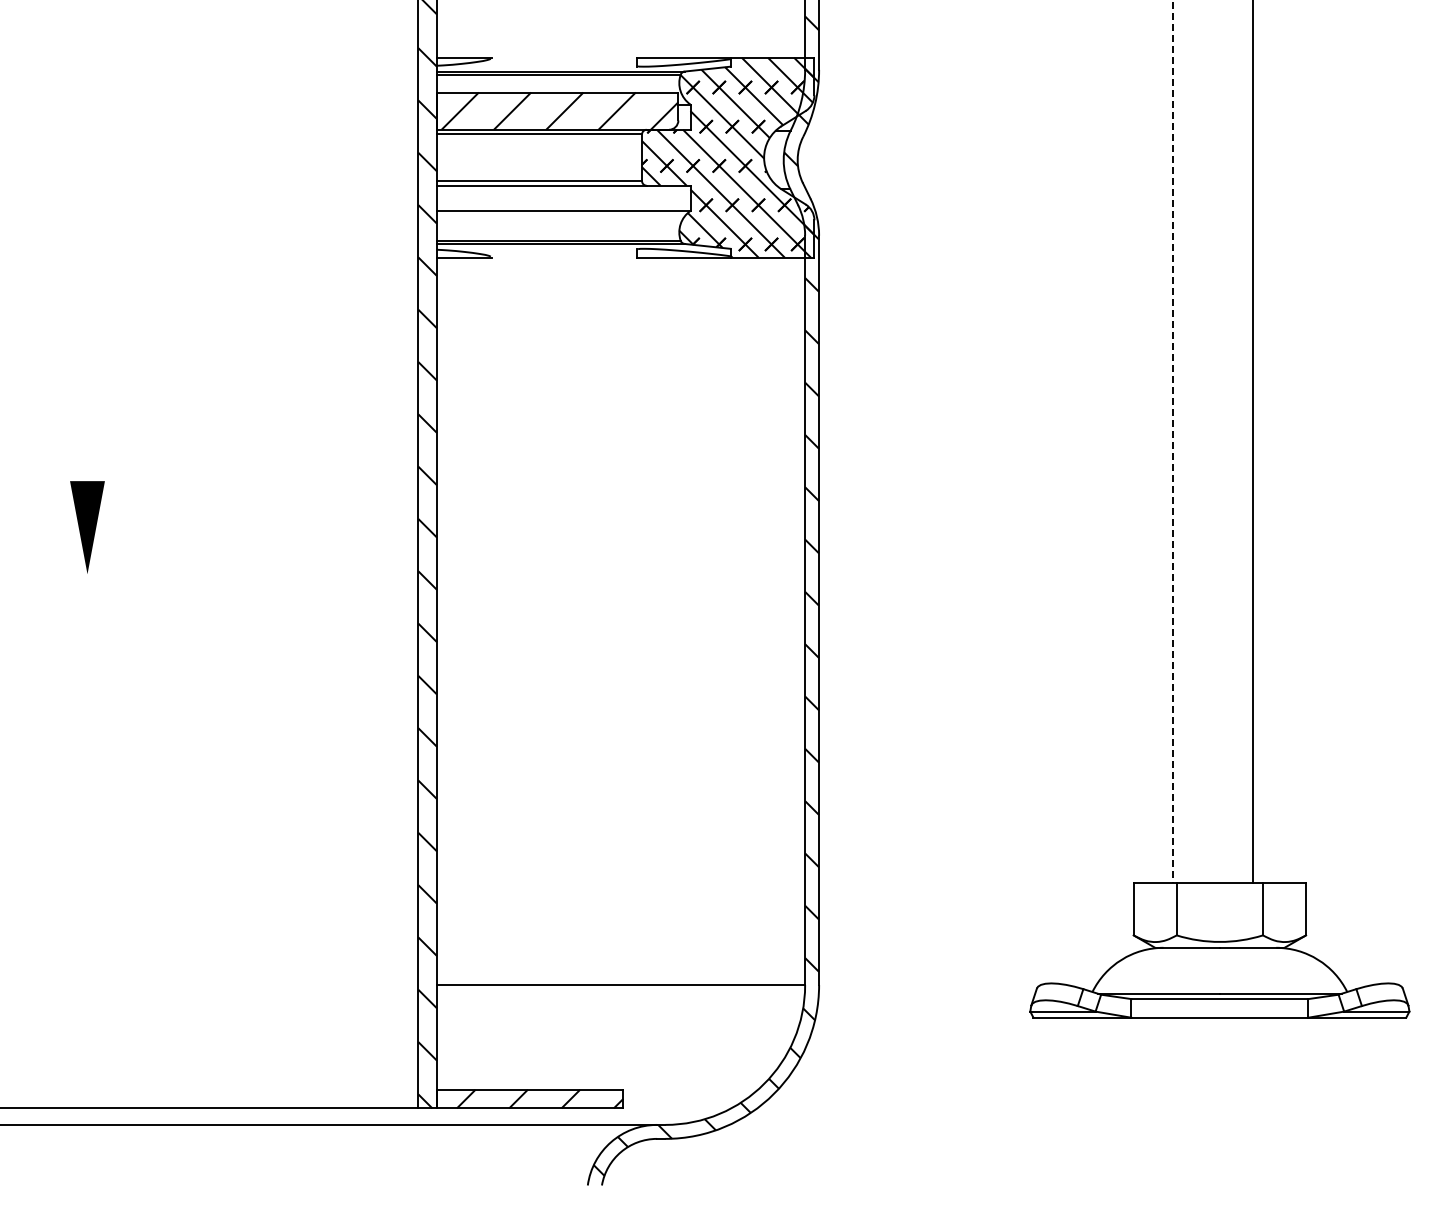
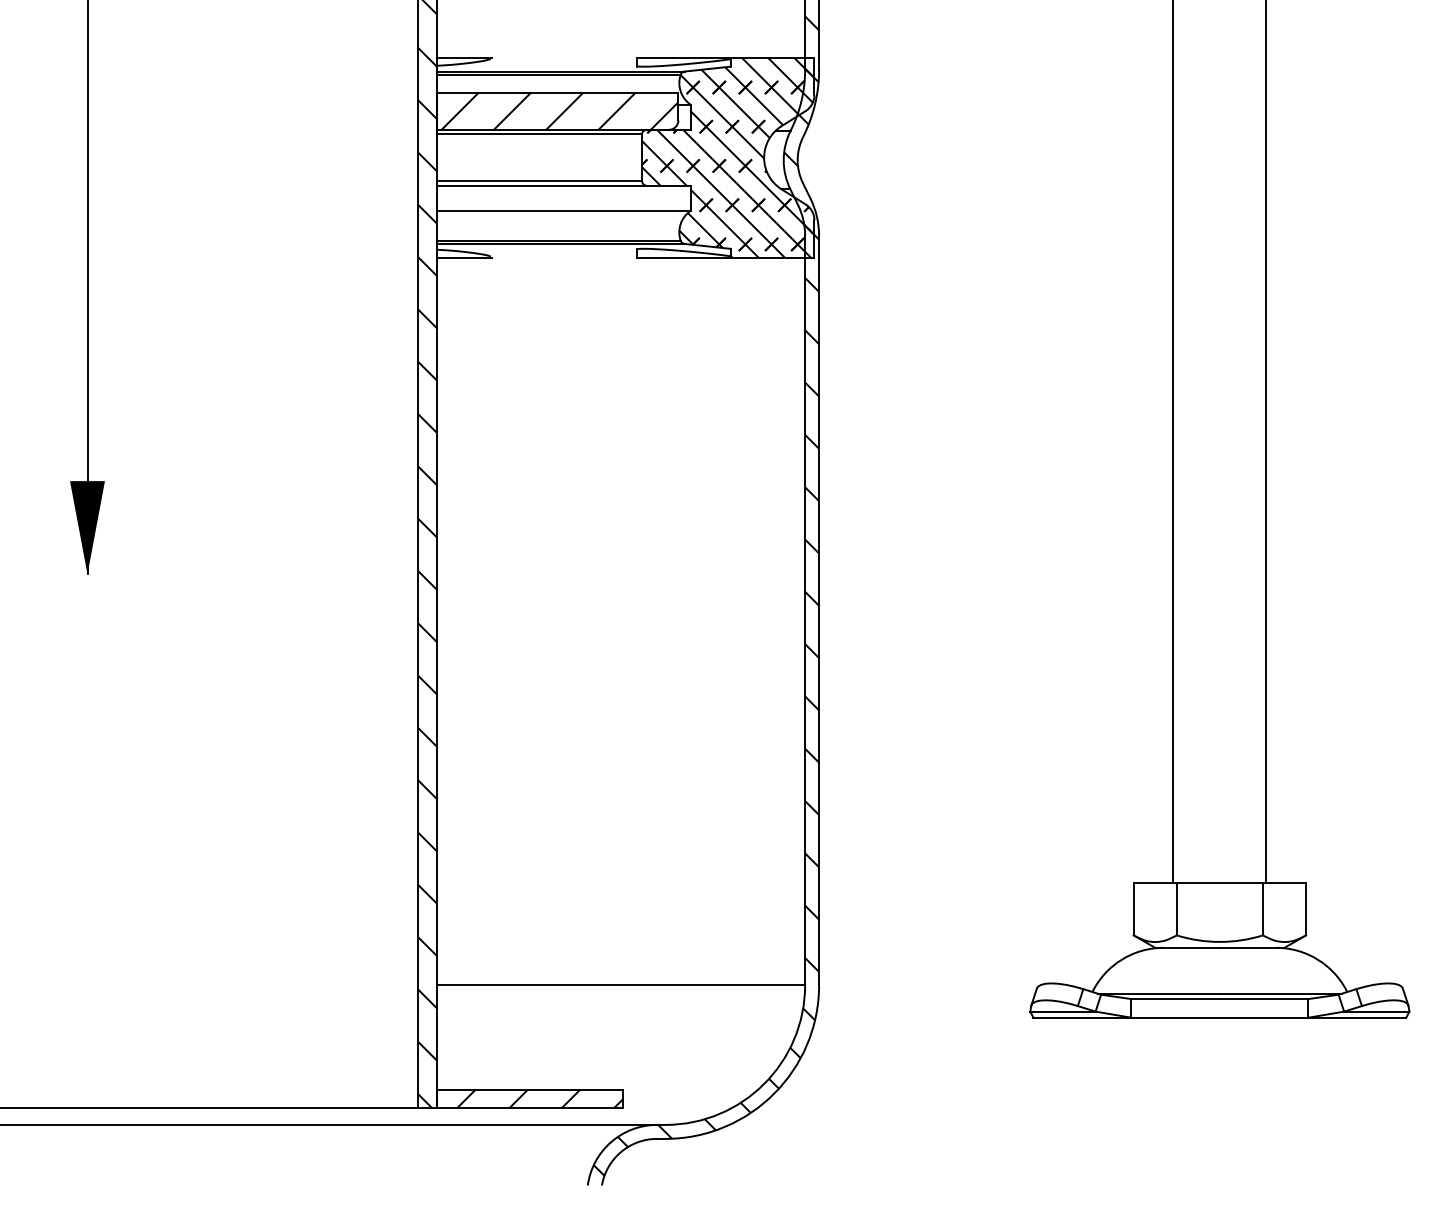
line at (87, 288): none -> present
line at (1173, 441): dashed -> solid
line at (1253, 442) position: (1253, 442) -> (1266, 442)
